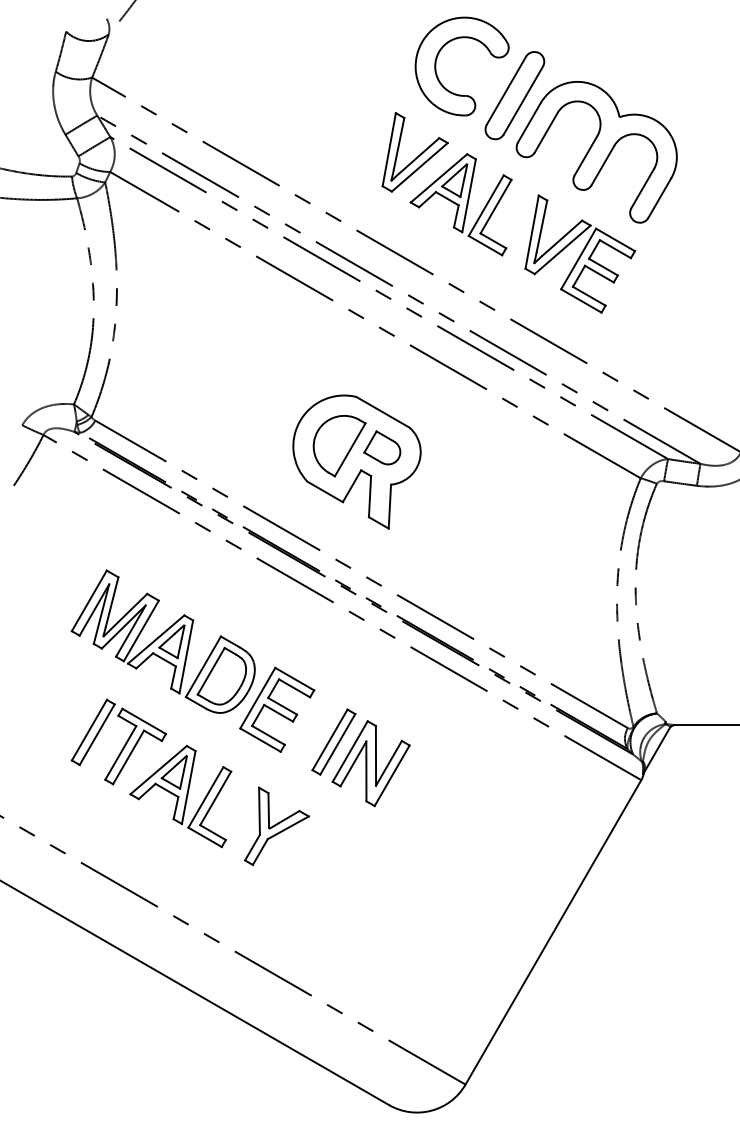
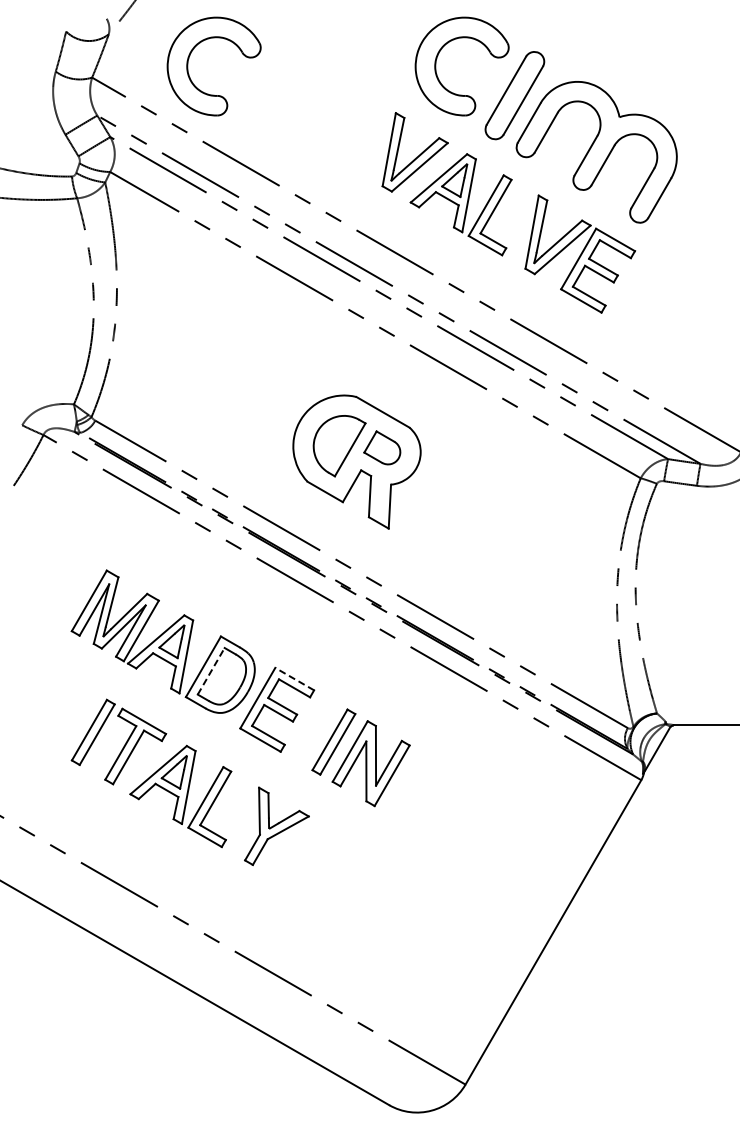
part at (188, 66): none -> present
line at (211, 671): solid -> dashed
line at (294, 678): solid -> dashed
